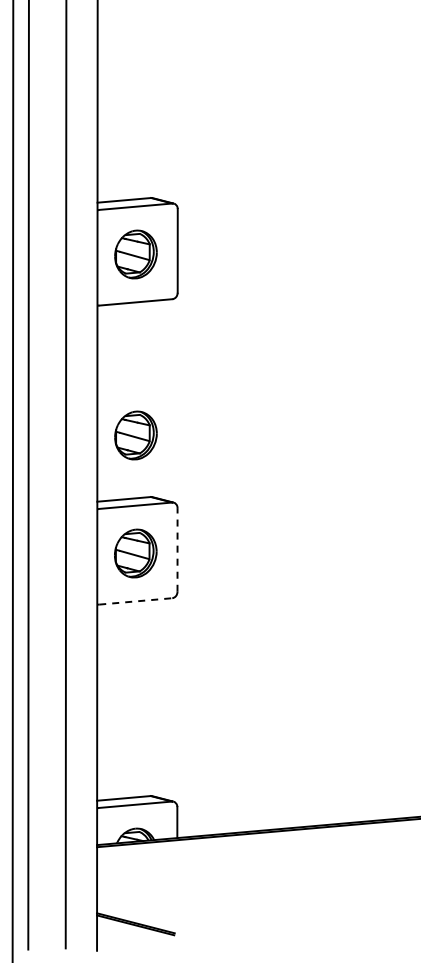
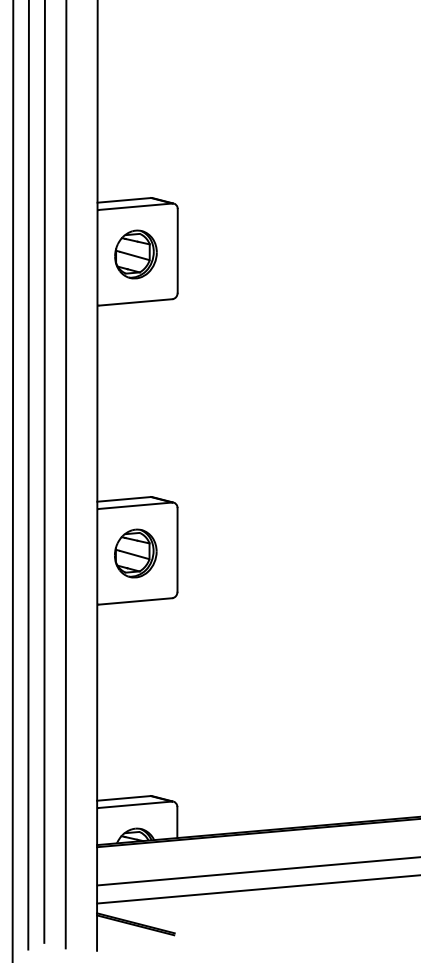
part at (135, 435): present -> none
line at (44, 472): none -> present
line at (177, 549): dashed -> solid
line at (135, 601): dashed -> solid
line at (257, 871): none -> present
line at (257, 889): none -> present
